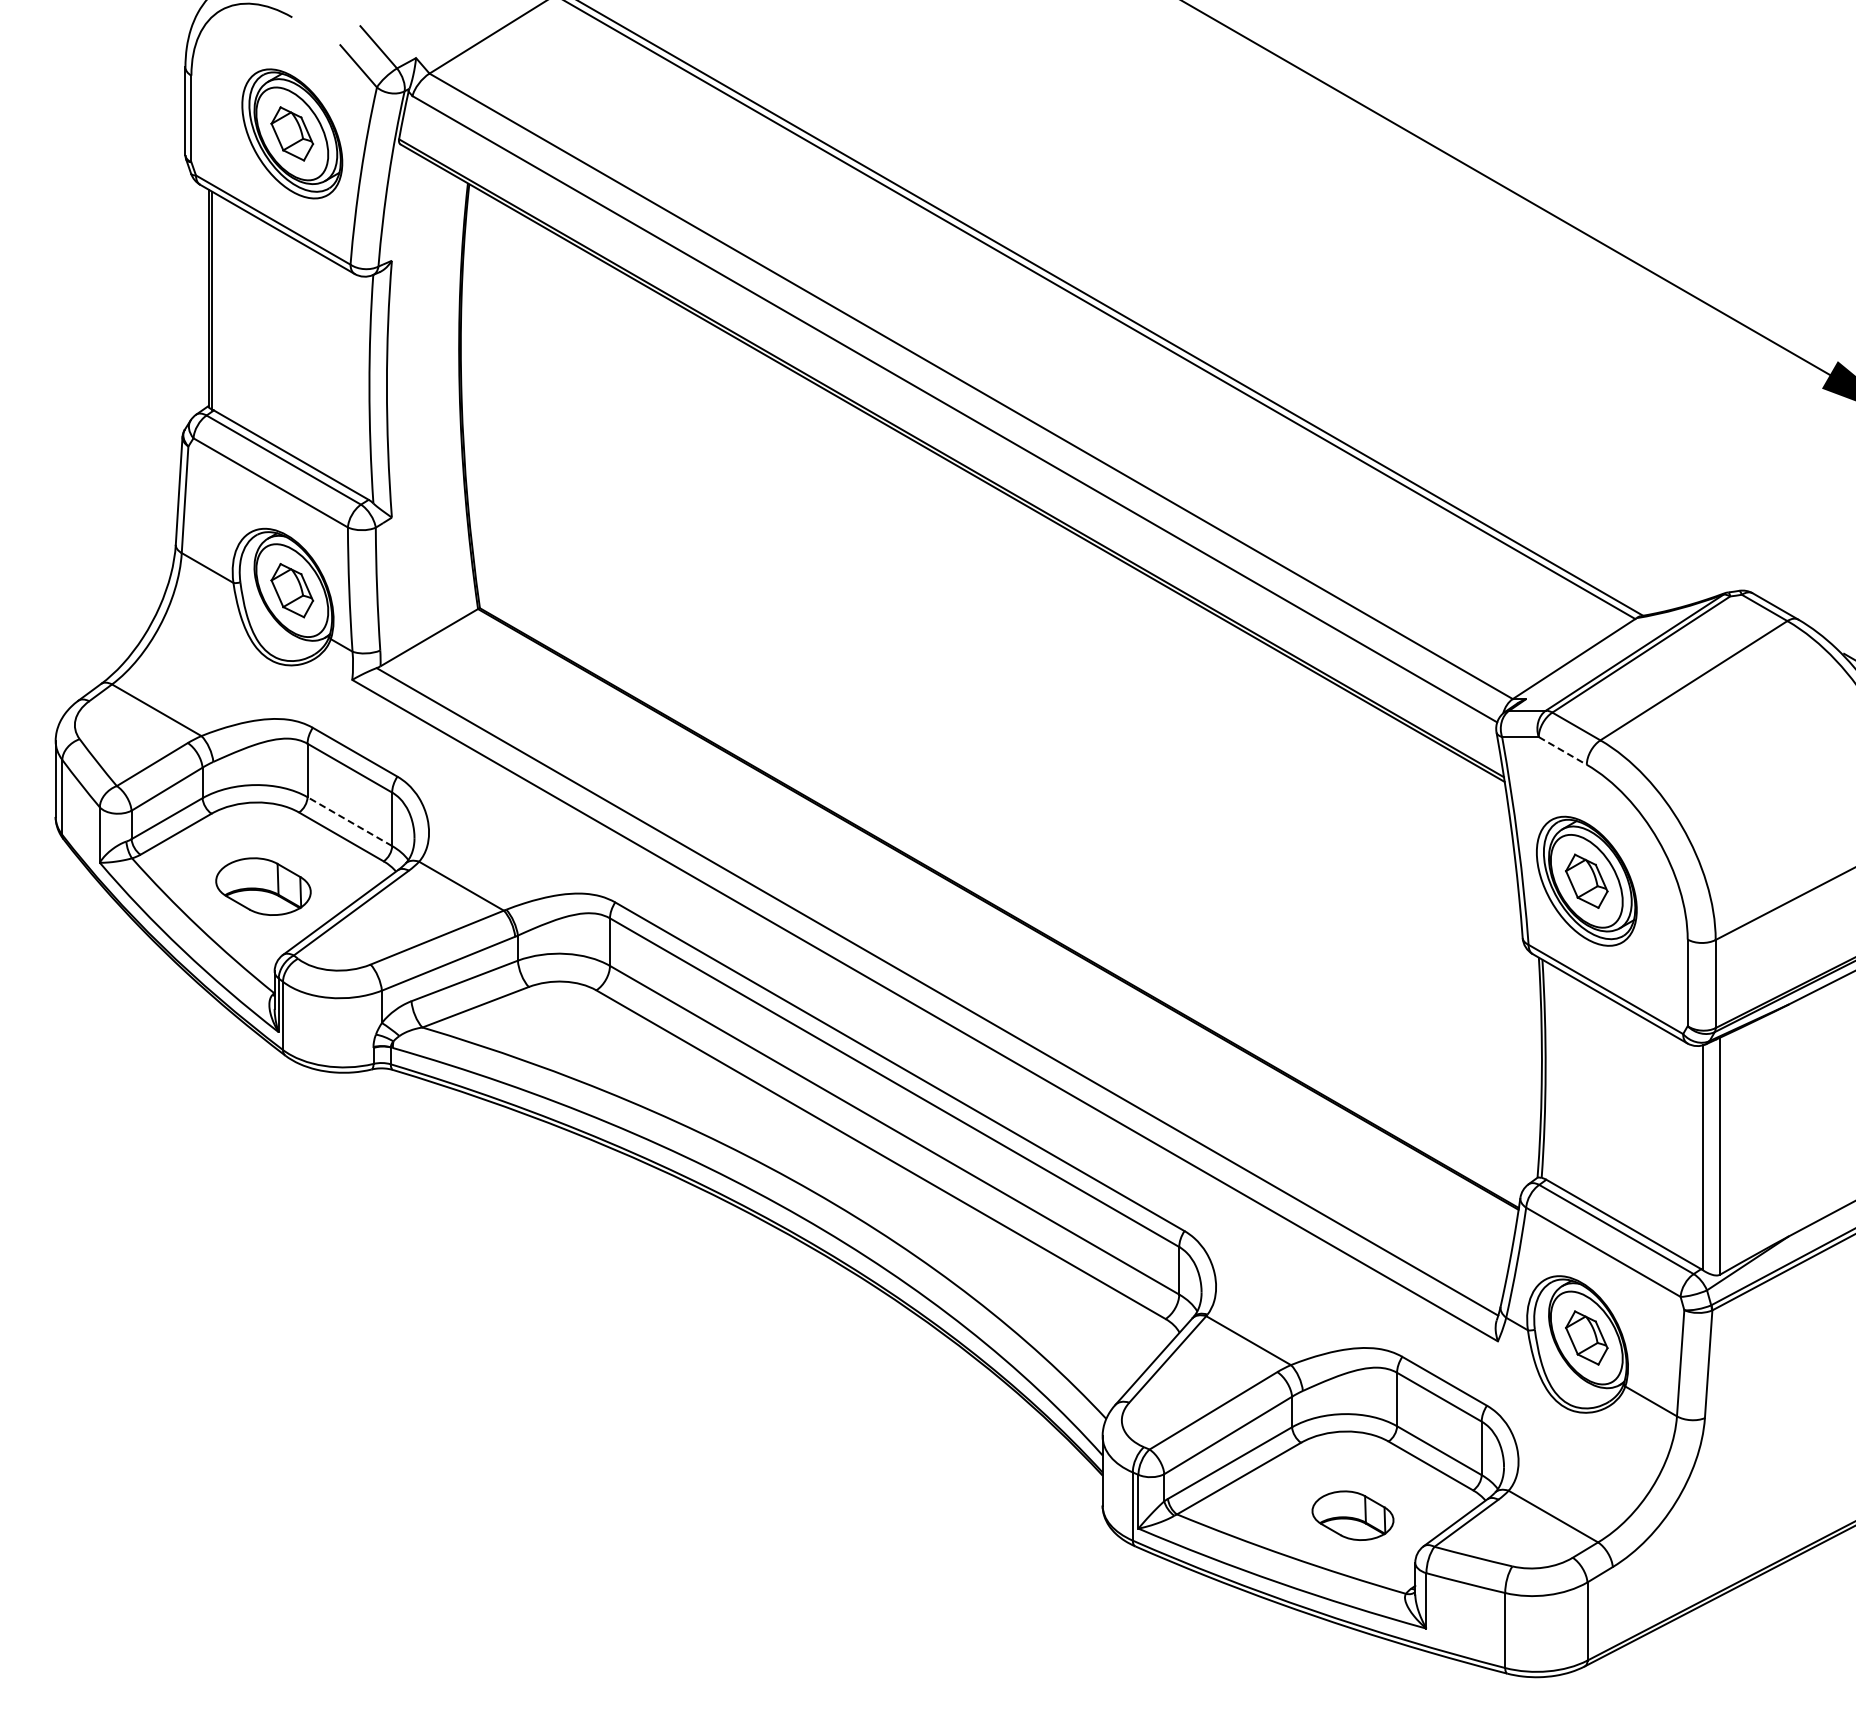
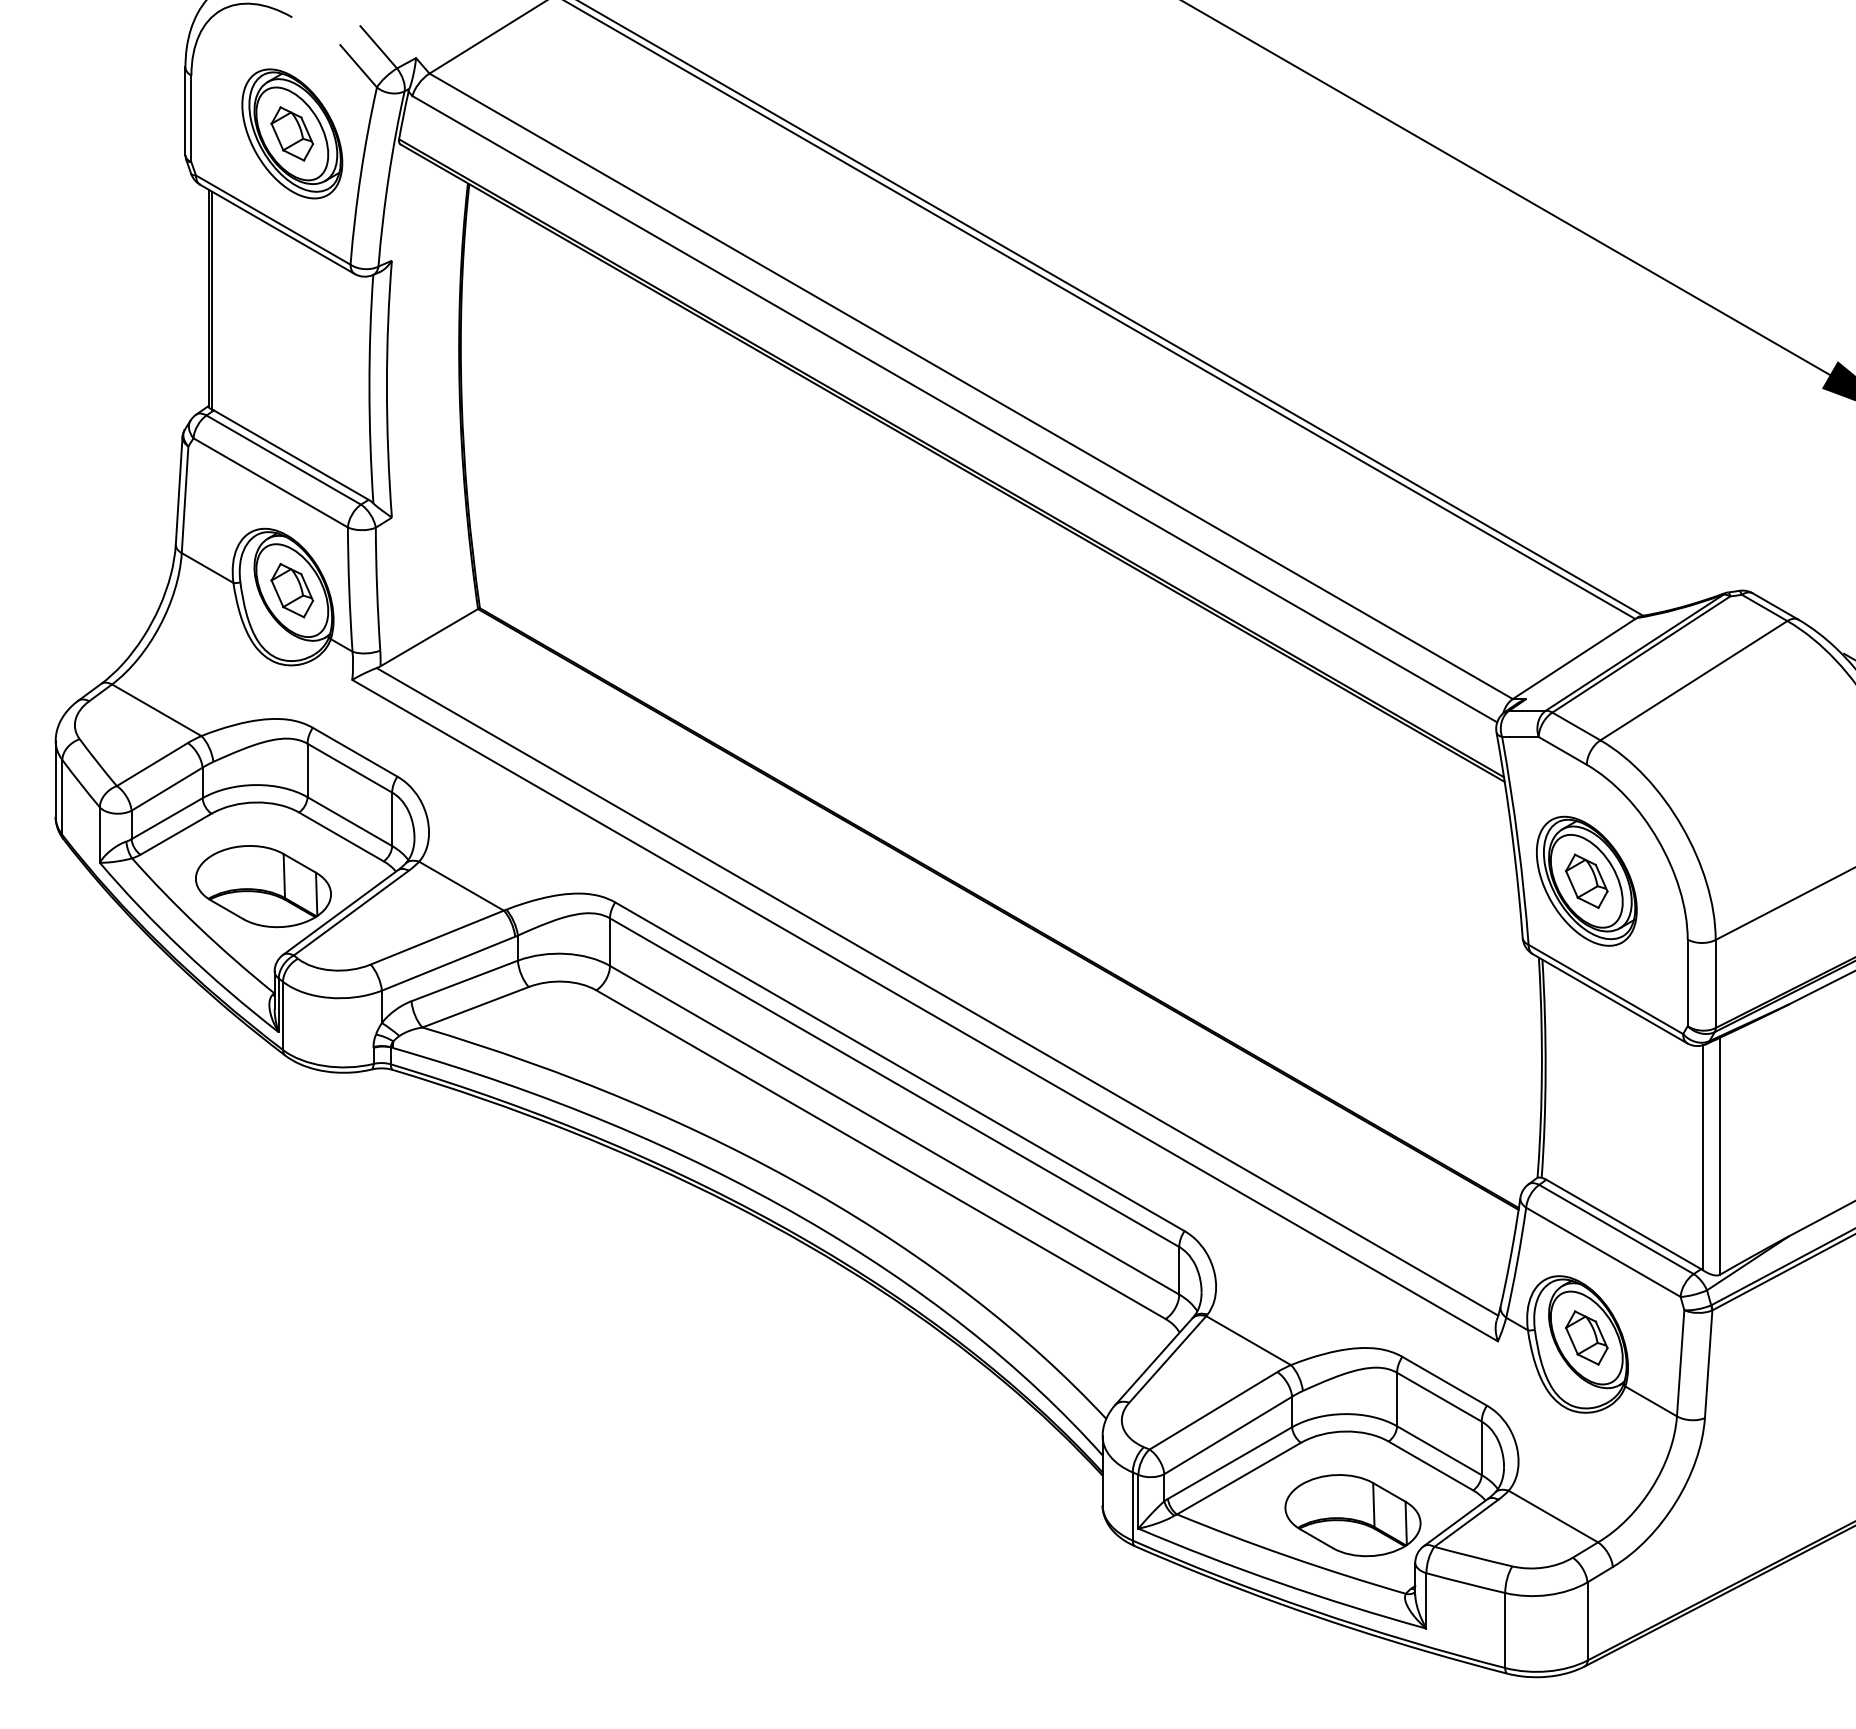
line at (1562, 750): dashed -> solid
line at (349, 821): dashed -> solid
part at (263, 886) size: 97x59 px -> 137x84 px
part at (1352, 1515) size: 84x51 px -> 138x84 px
